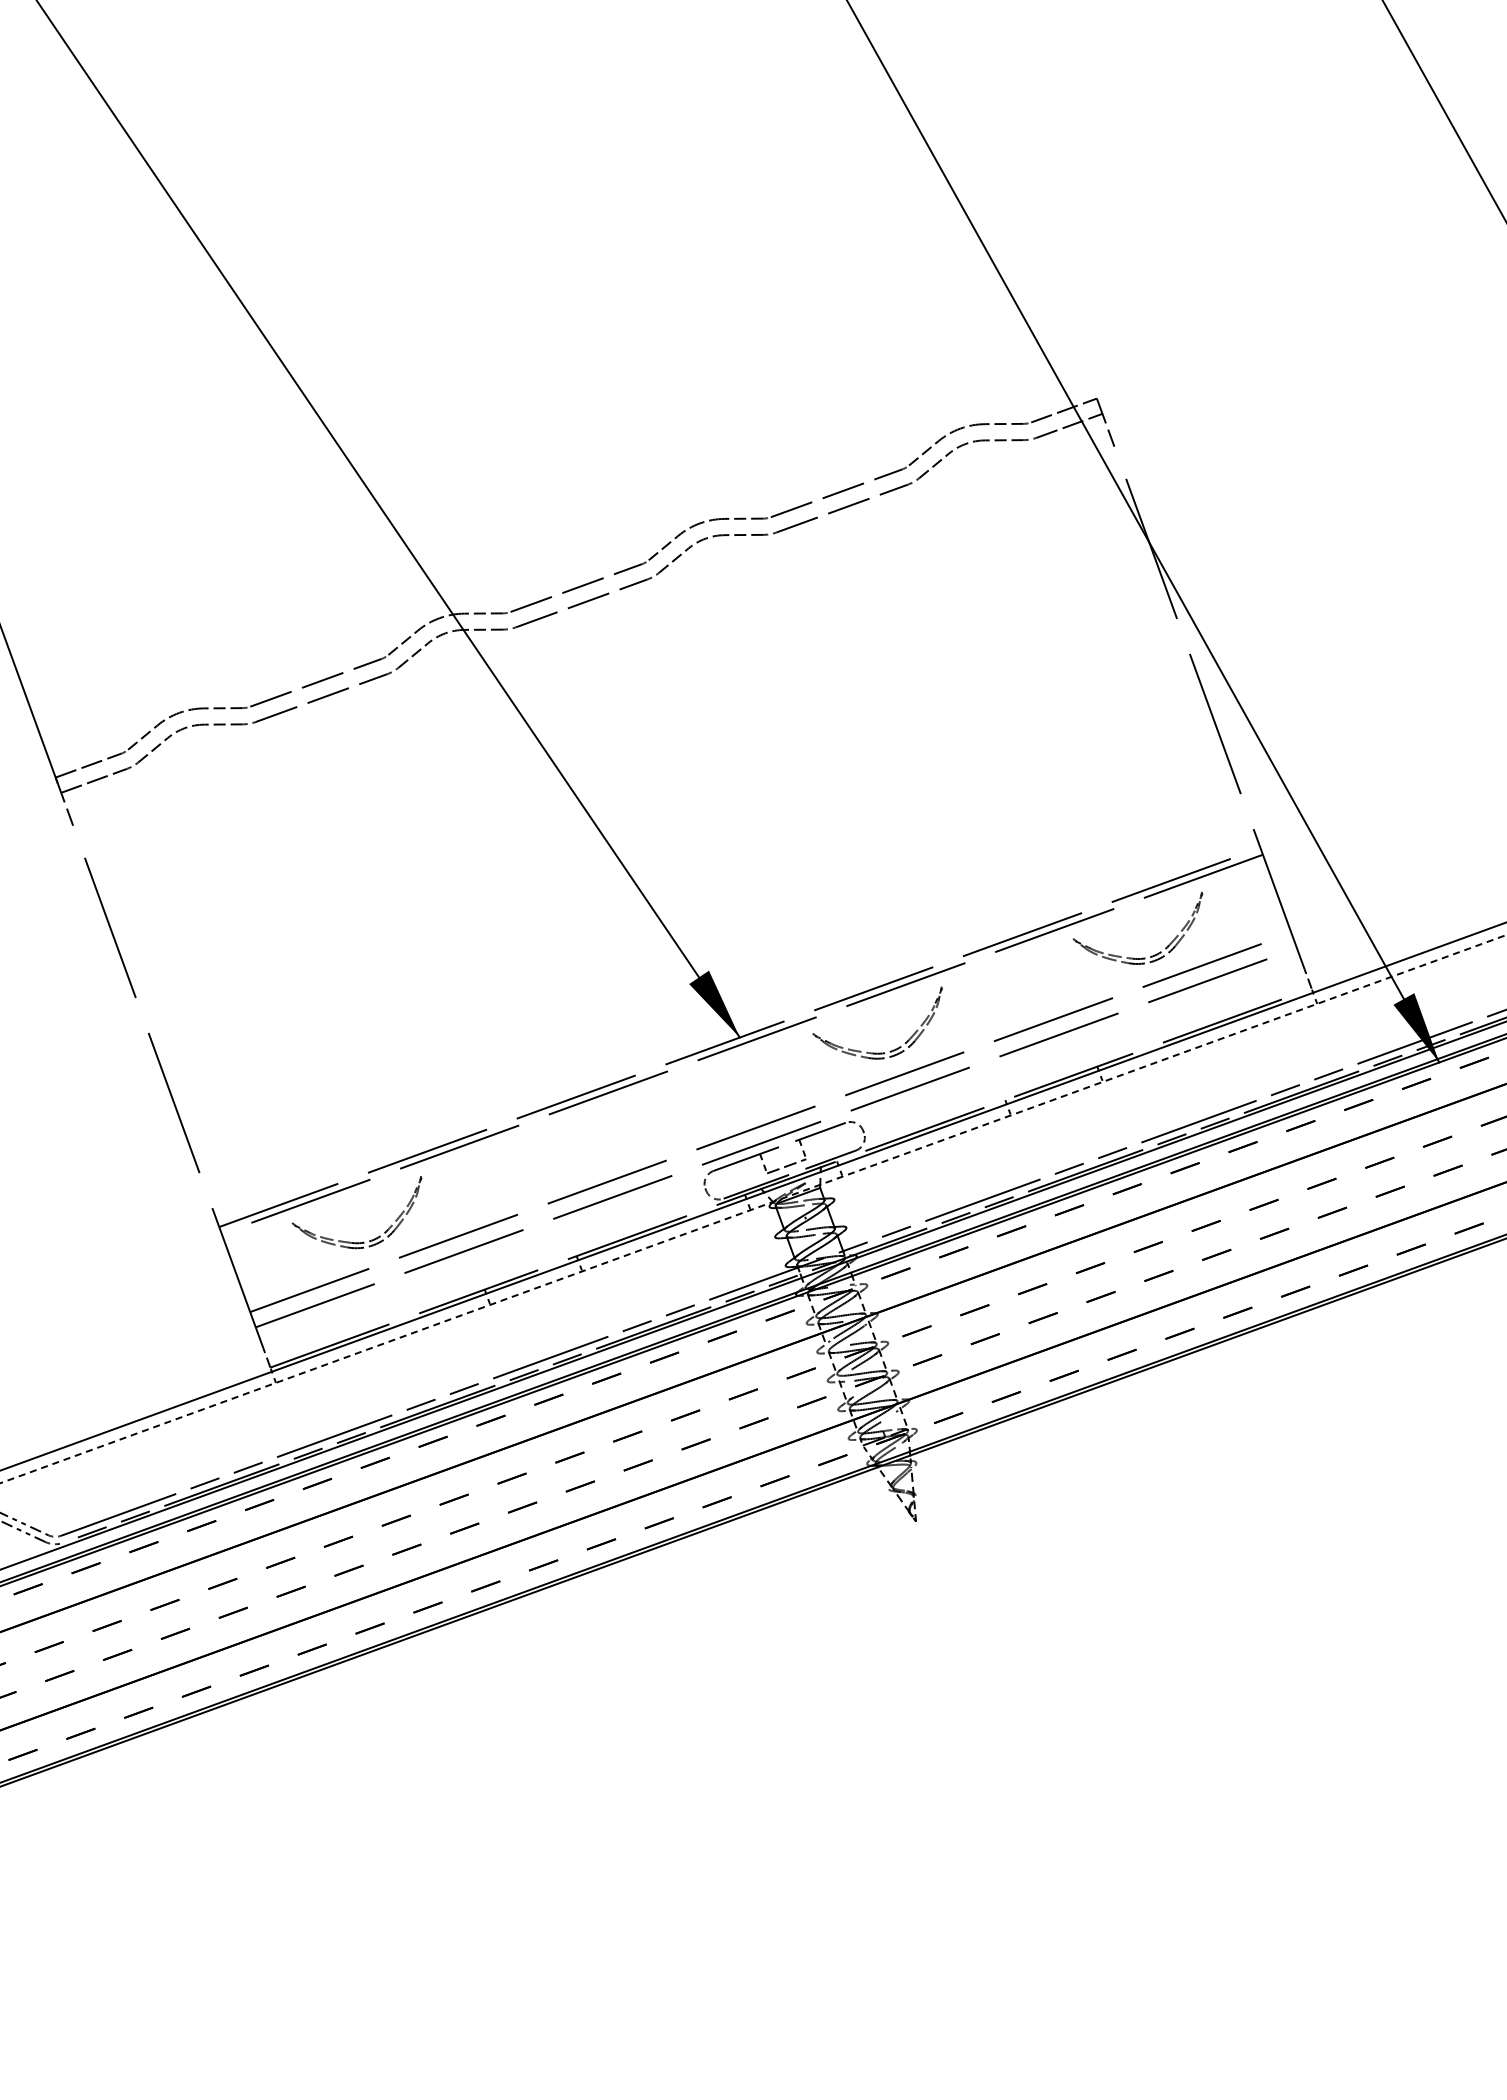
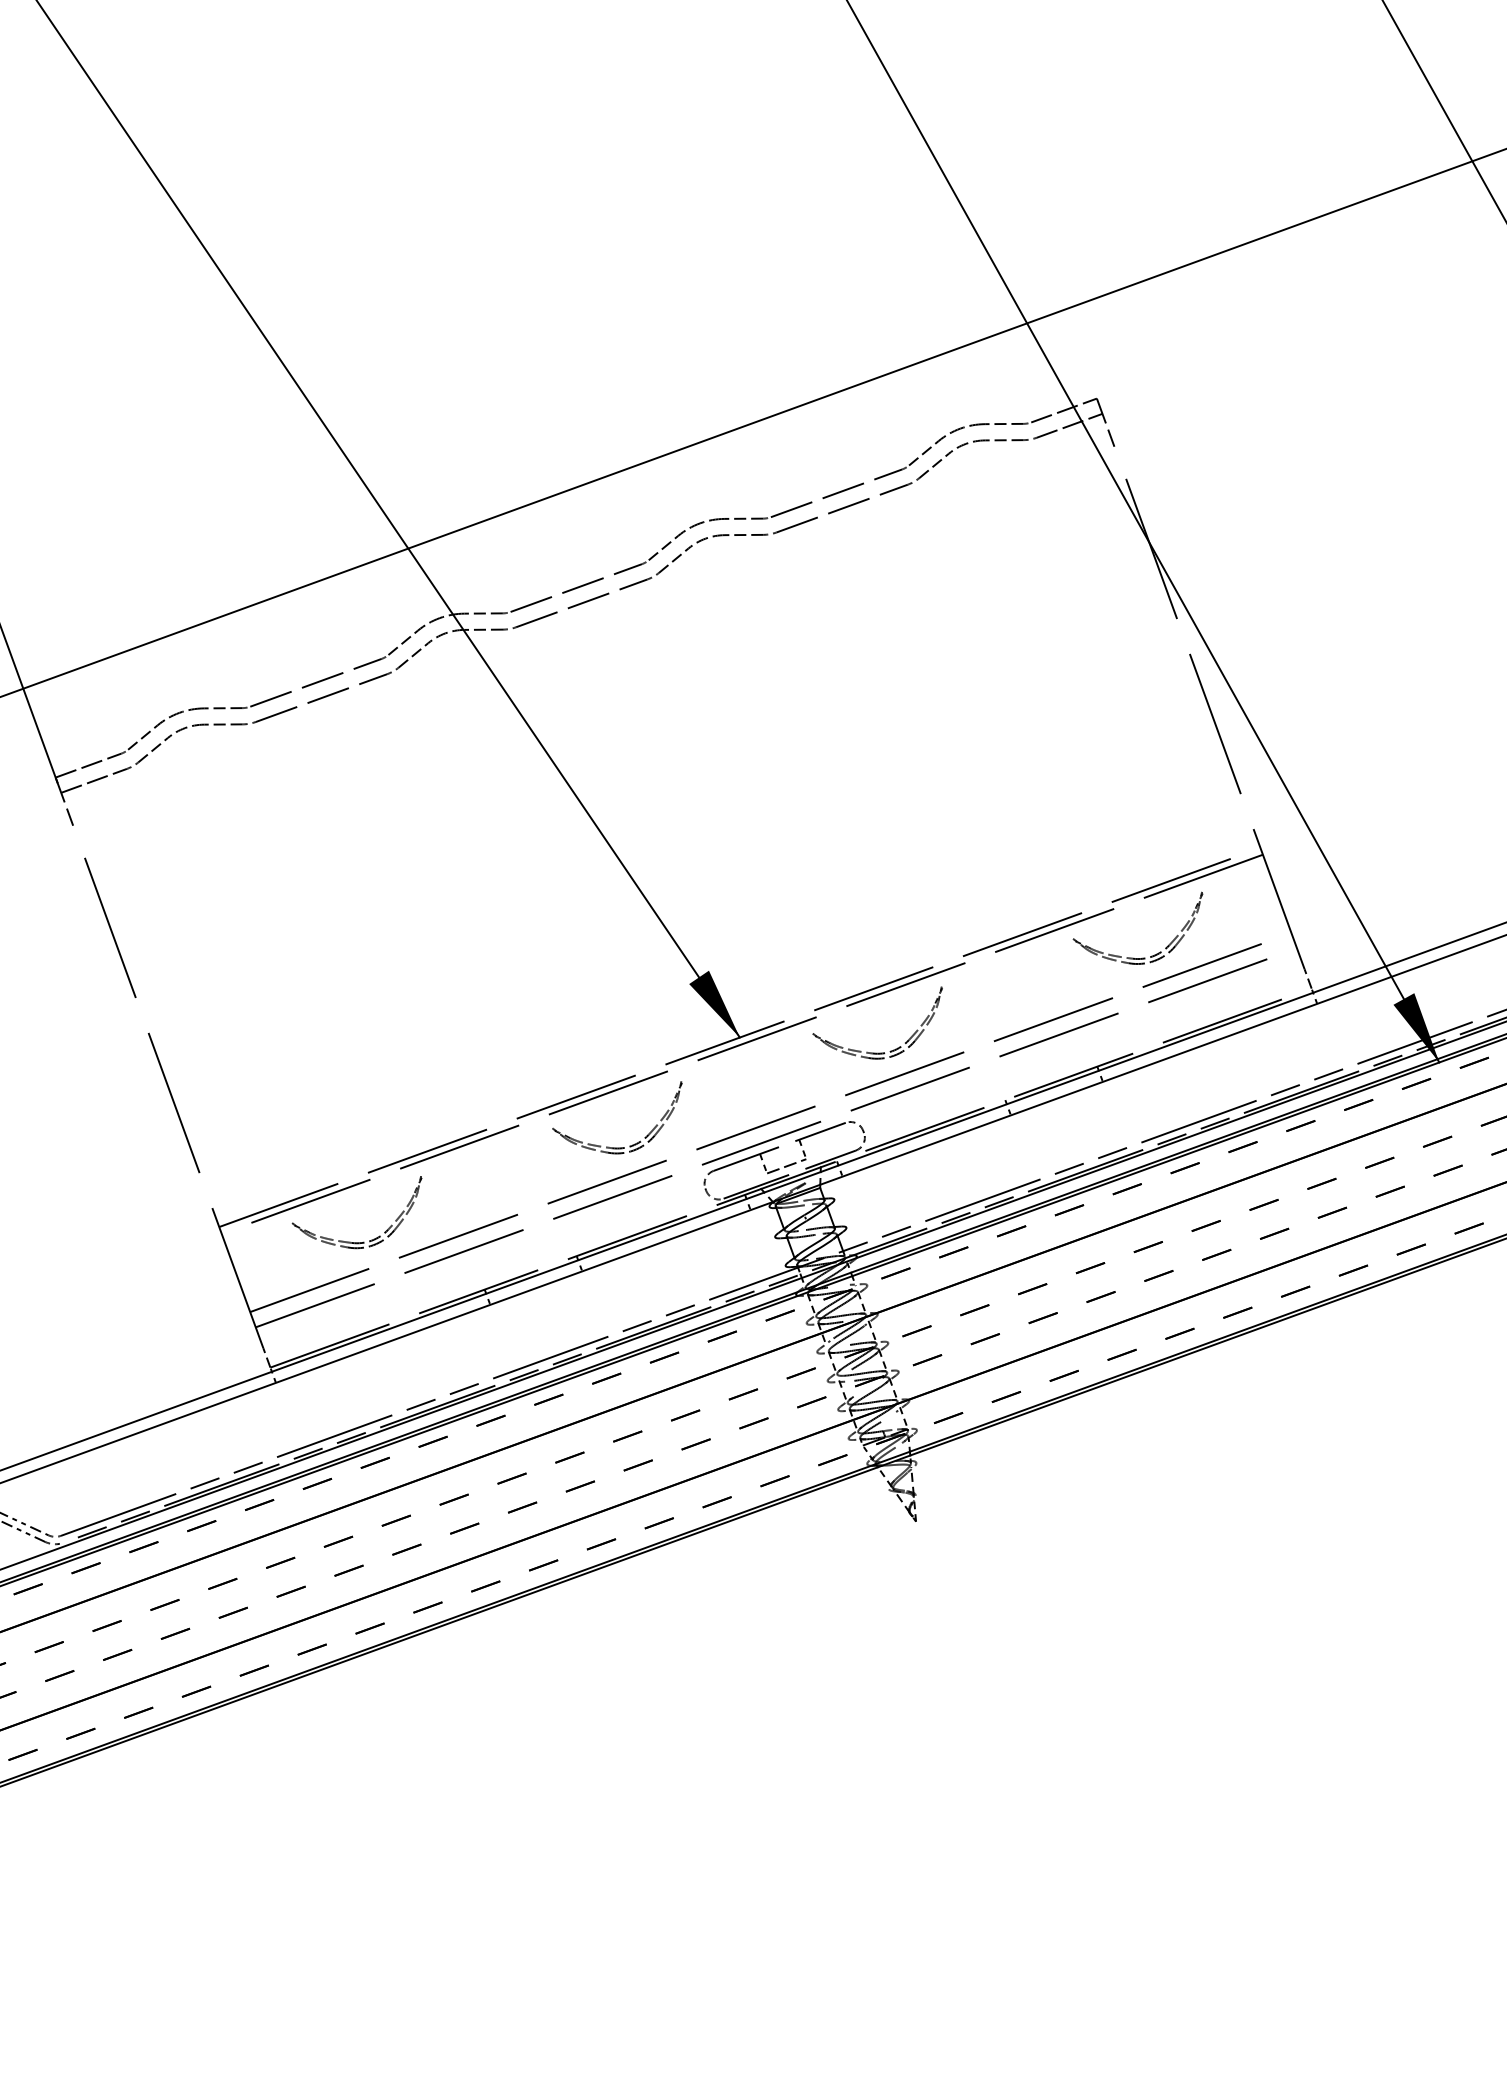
line at (752, 422): none -> present
part at (617, 1147): none -> present
line at (753, 1209): dashed -> solid
